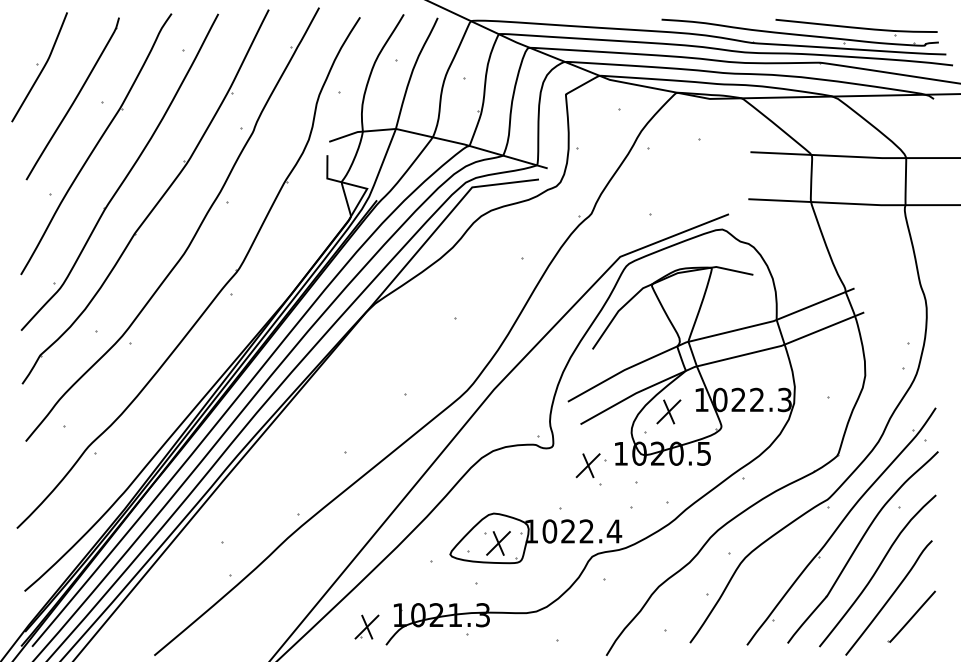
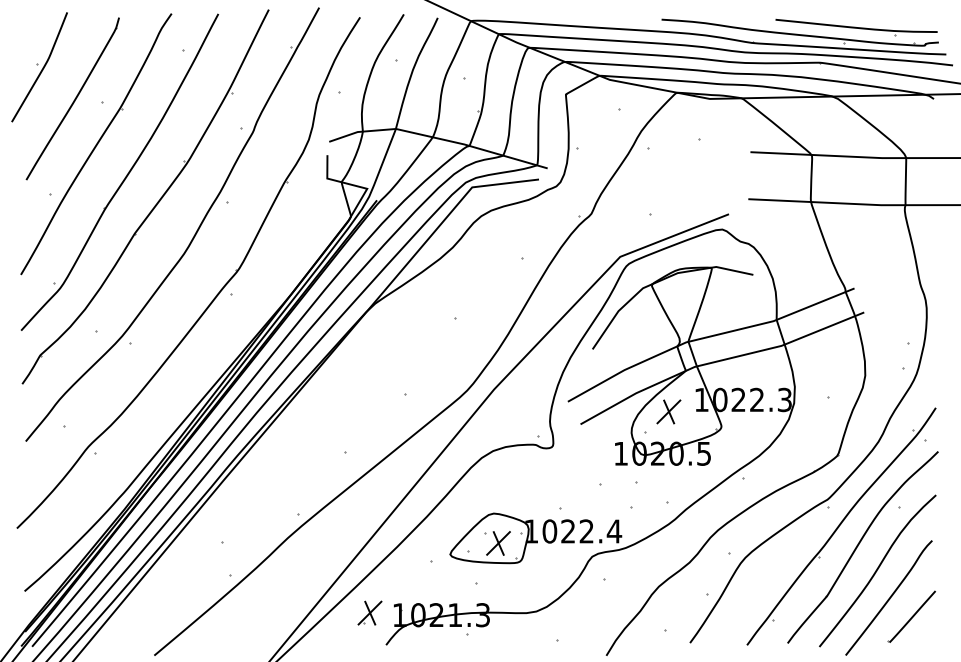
part at (590, 465): present -> none
part at (366, 626) position: (366, 626) -> (369, 612)
